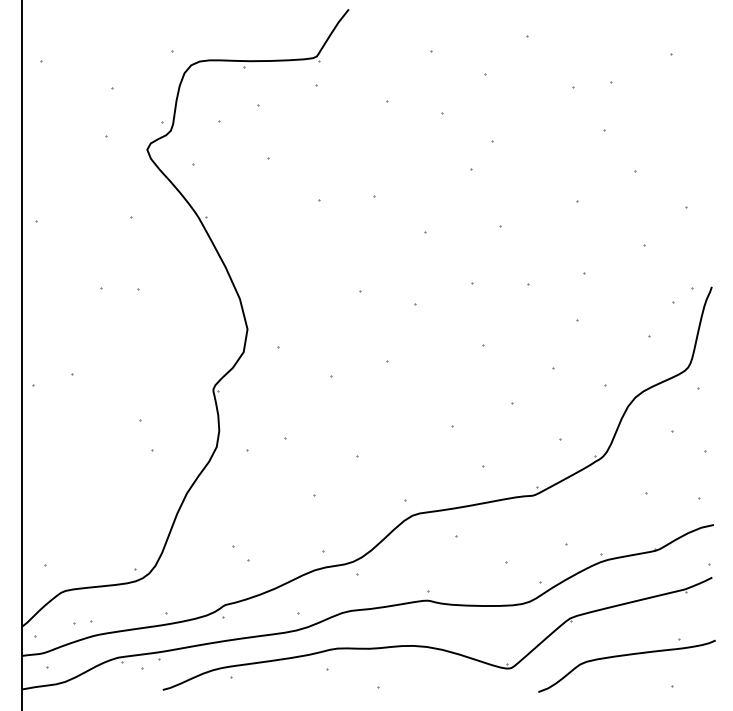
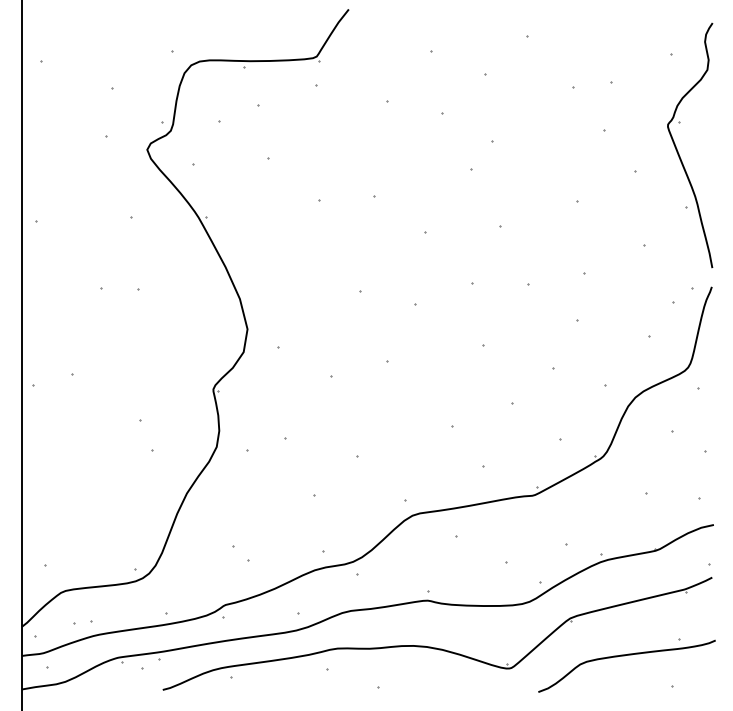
part at (677, 148): none -> present
